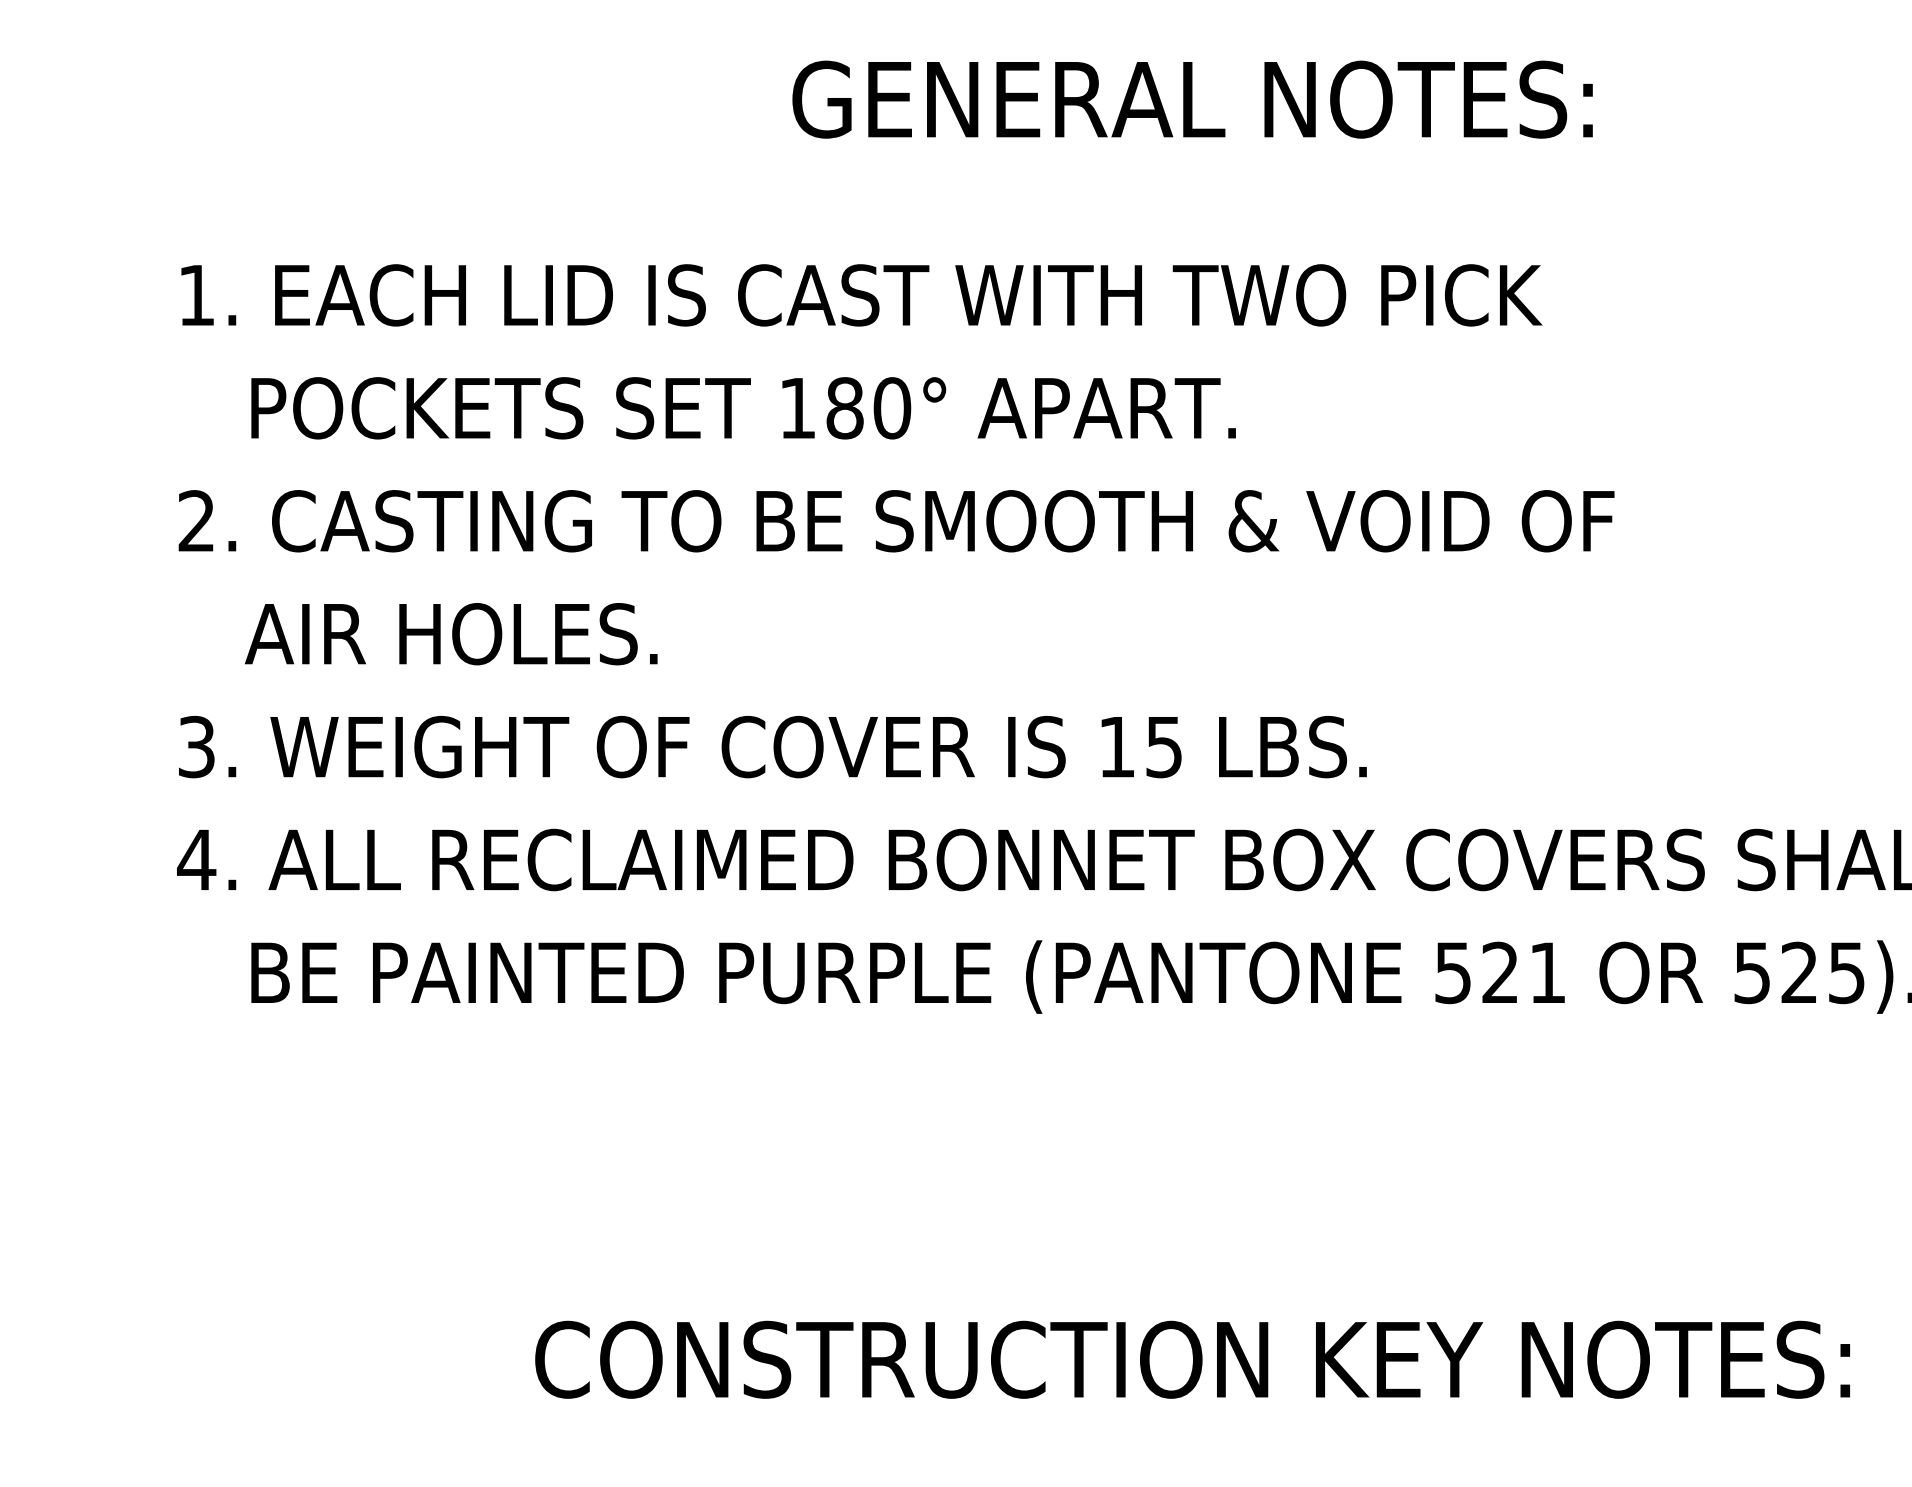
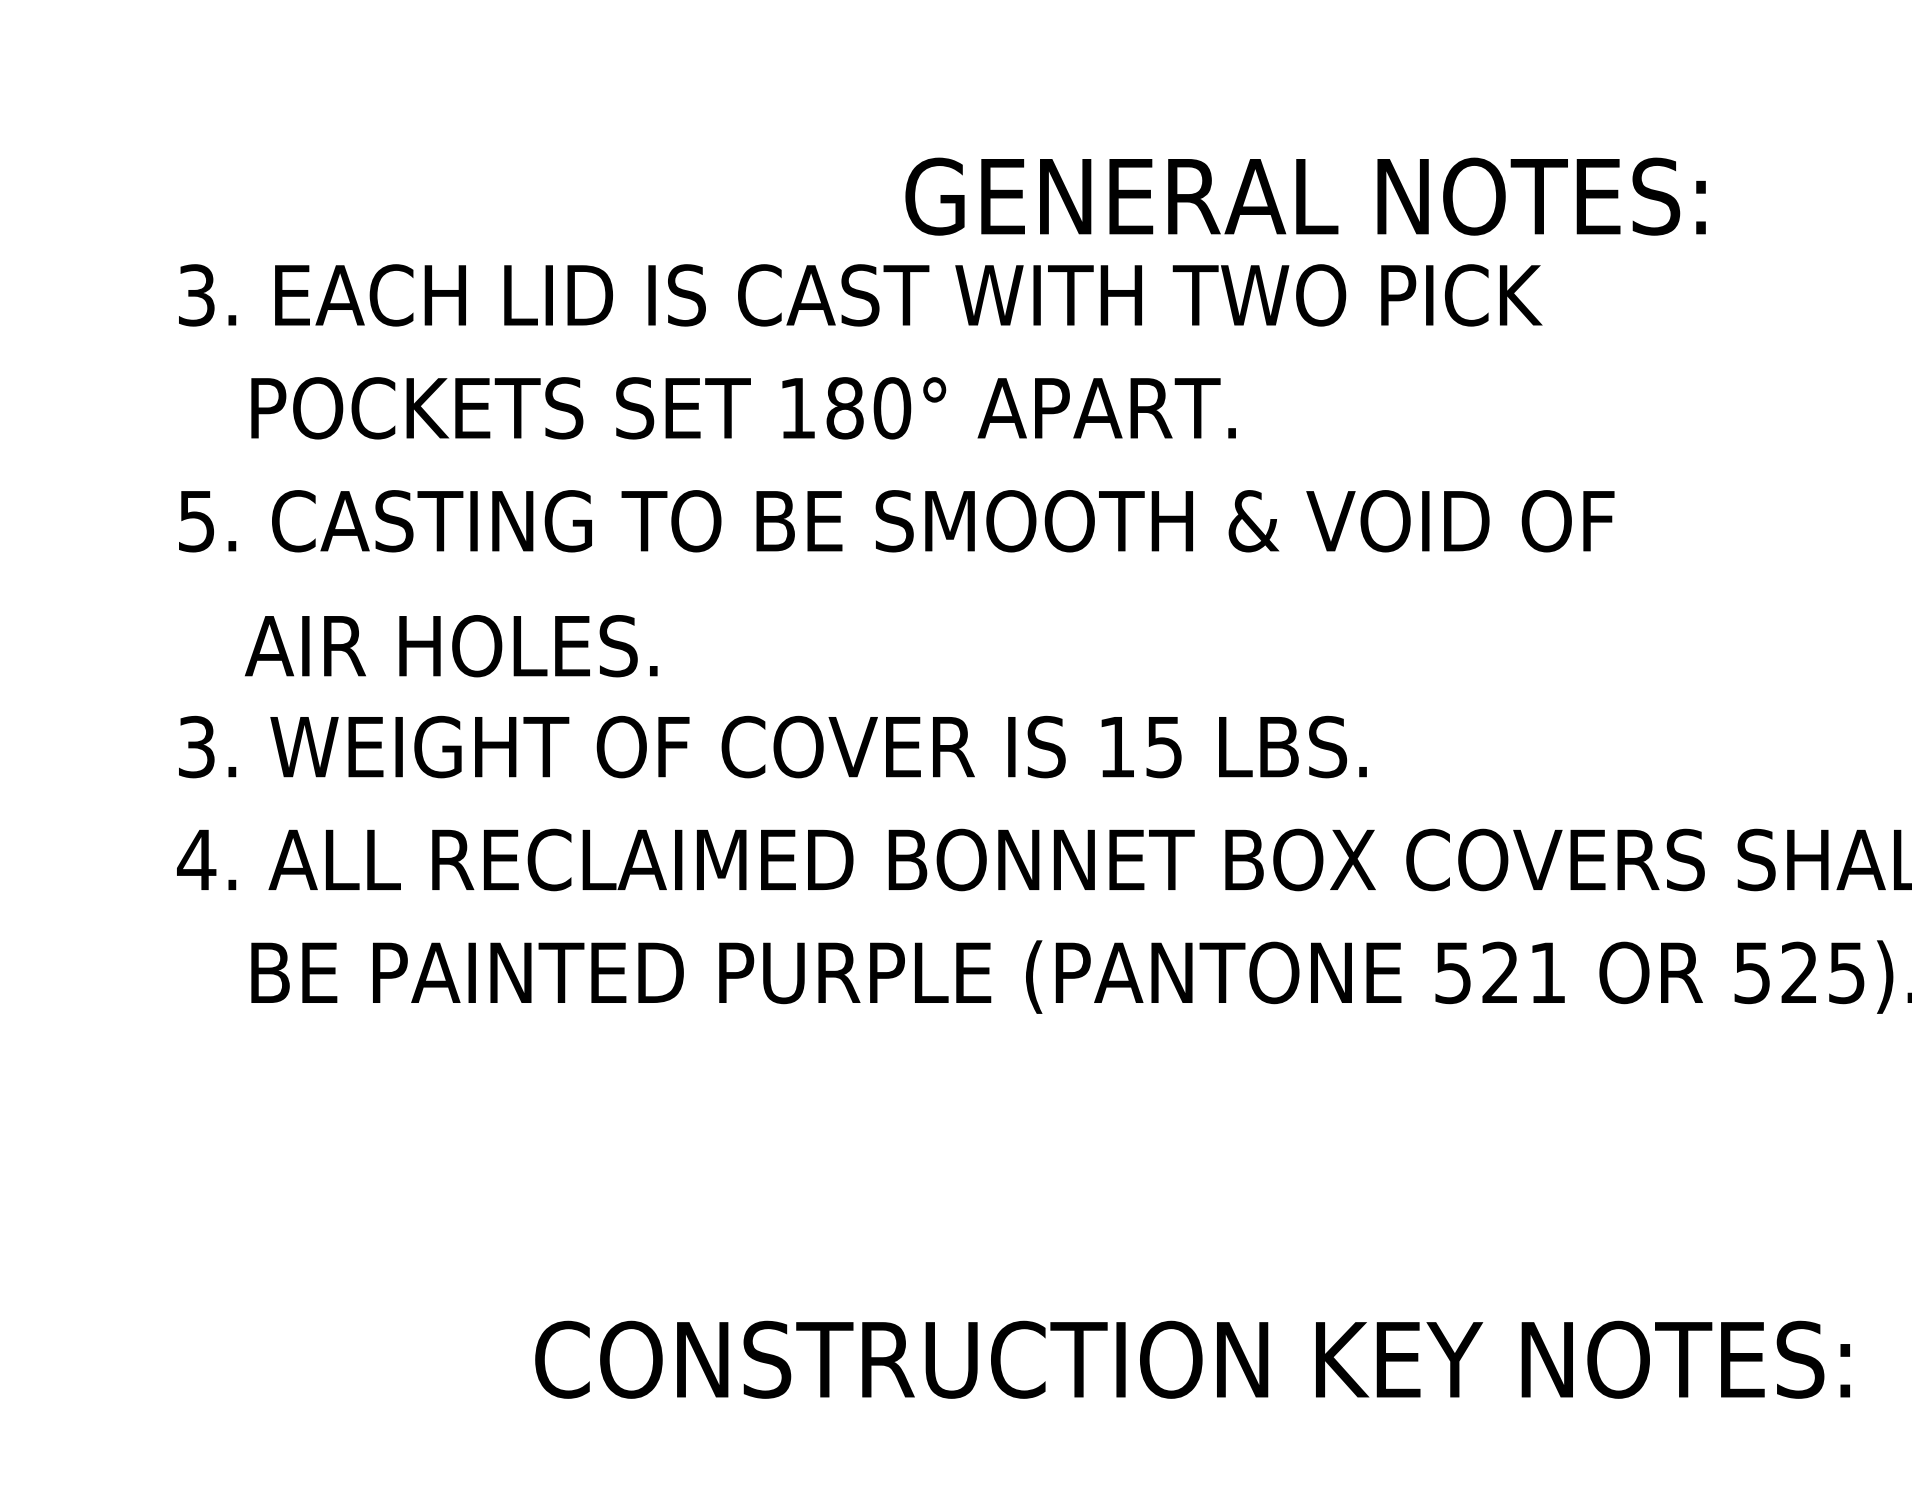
text at (1192, 99) position: (1192, 99) -> (1305, 196)
text at (196, 295): 1. -> 3.
text at (196, 521): 2. -> 5.
text at (451, 634) position: (451, 634) -> (451, 646)
